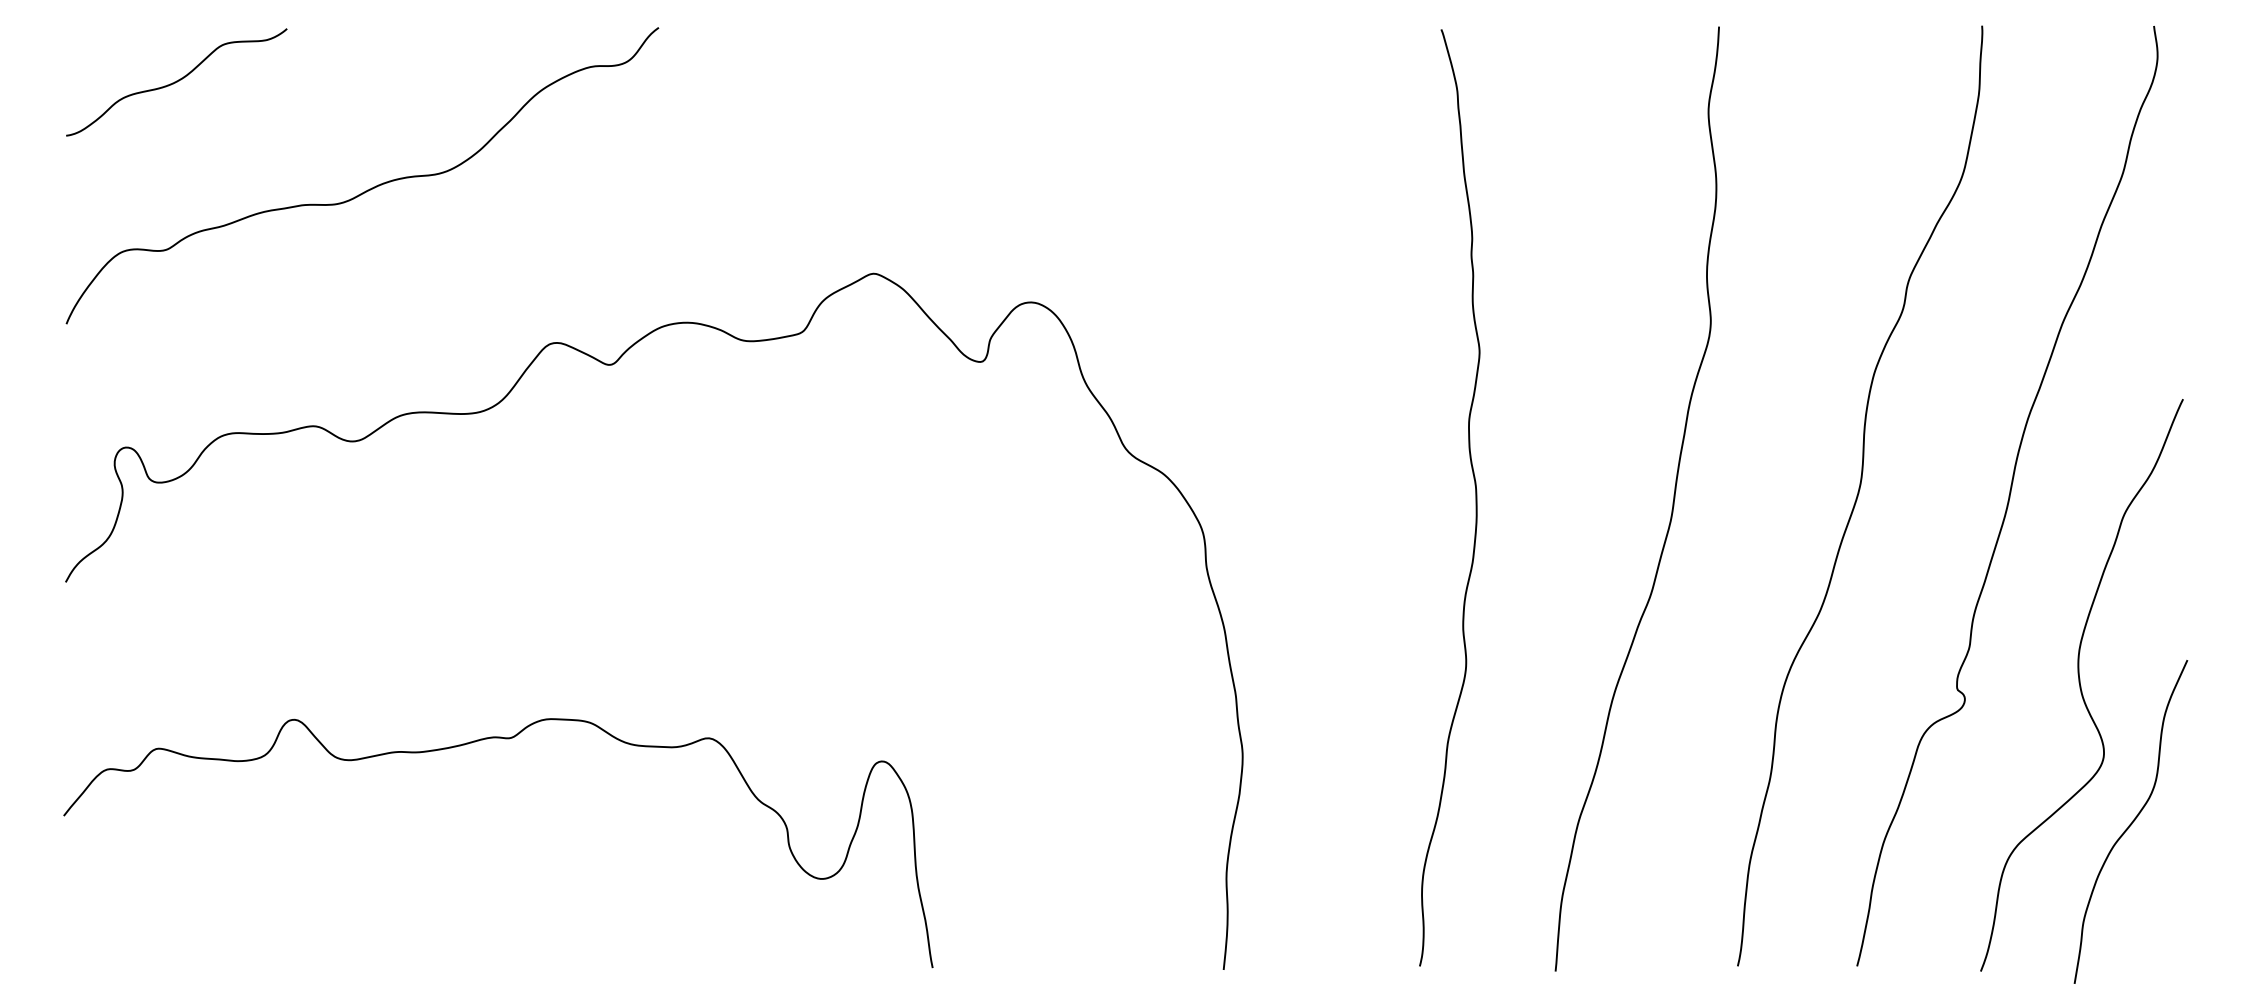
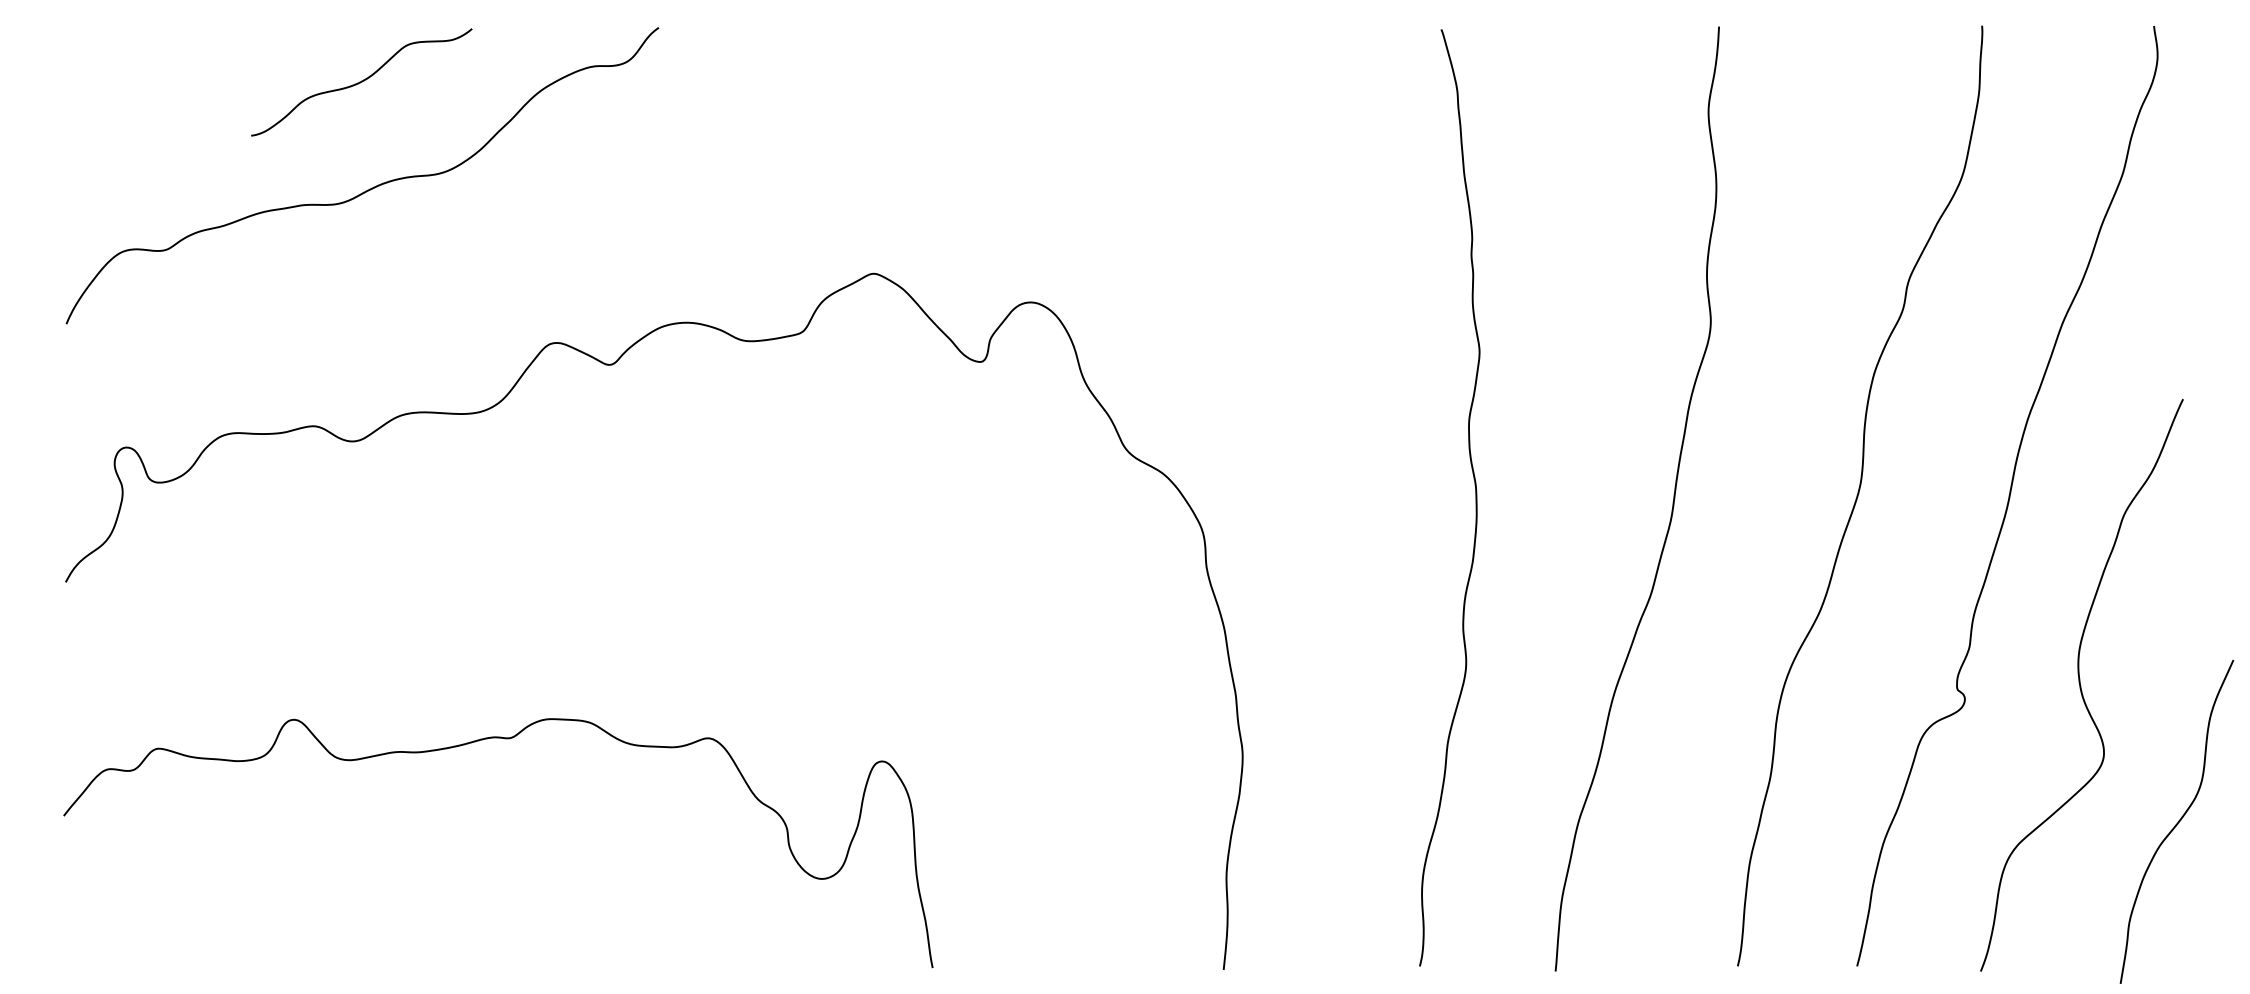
curve at (176, 82) position: (176, 82) -> (361, 82)
curve at (2131, 822) position: (2131, 822) -> (2177, 822)
